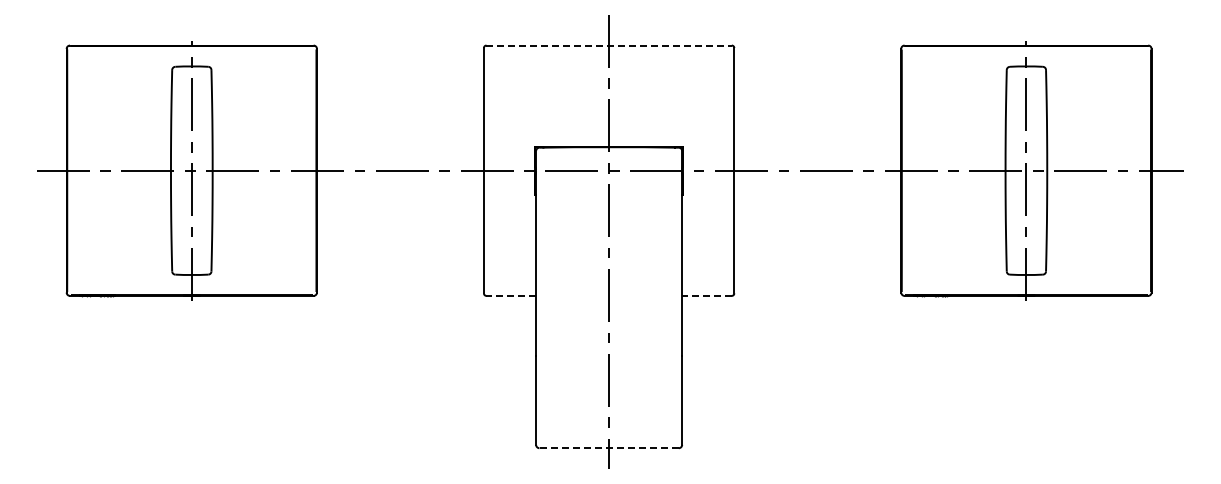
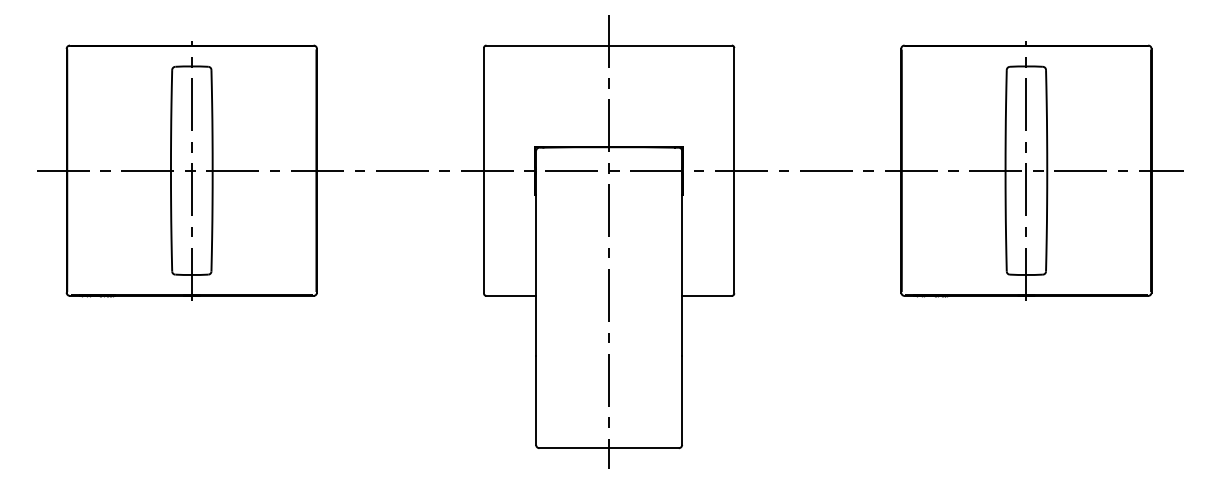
line at (609, 45): dashed -> solid
line at (511, 295): dashed -> solid
line at (706, 295): dashed -> solid
line at (609, 448): dashed -> solid
